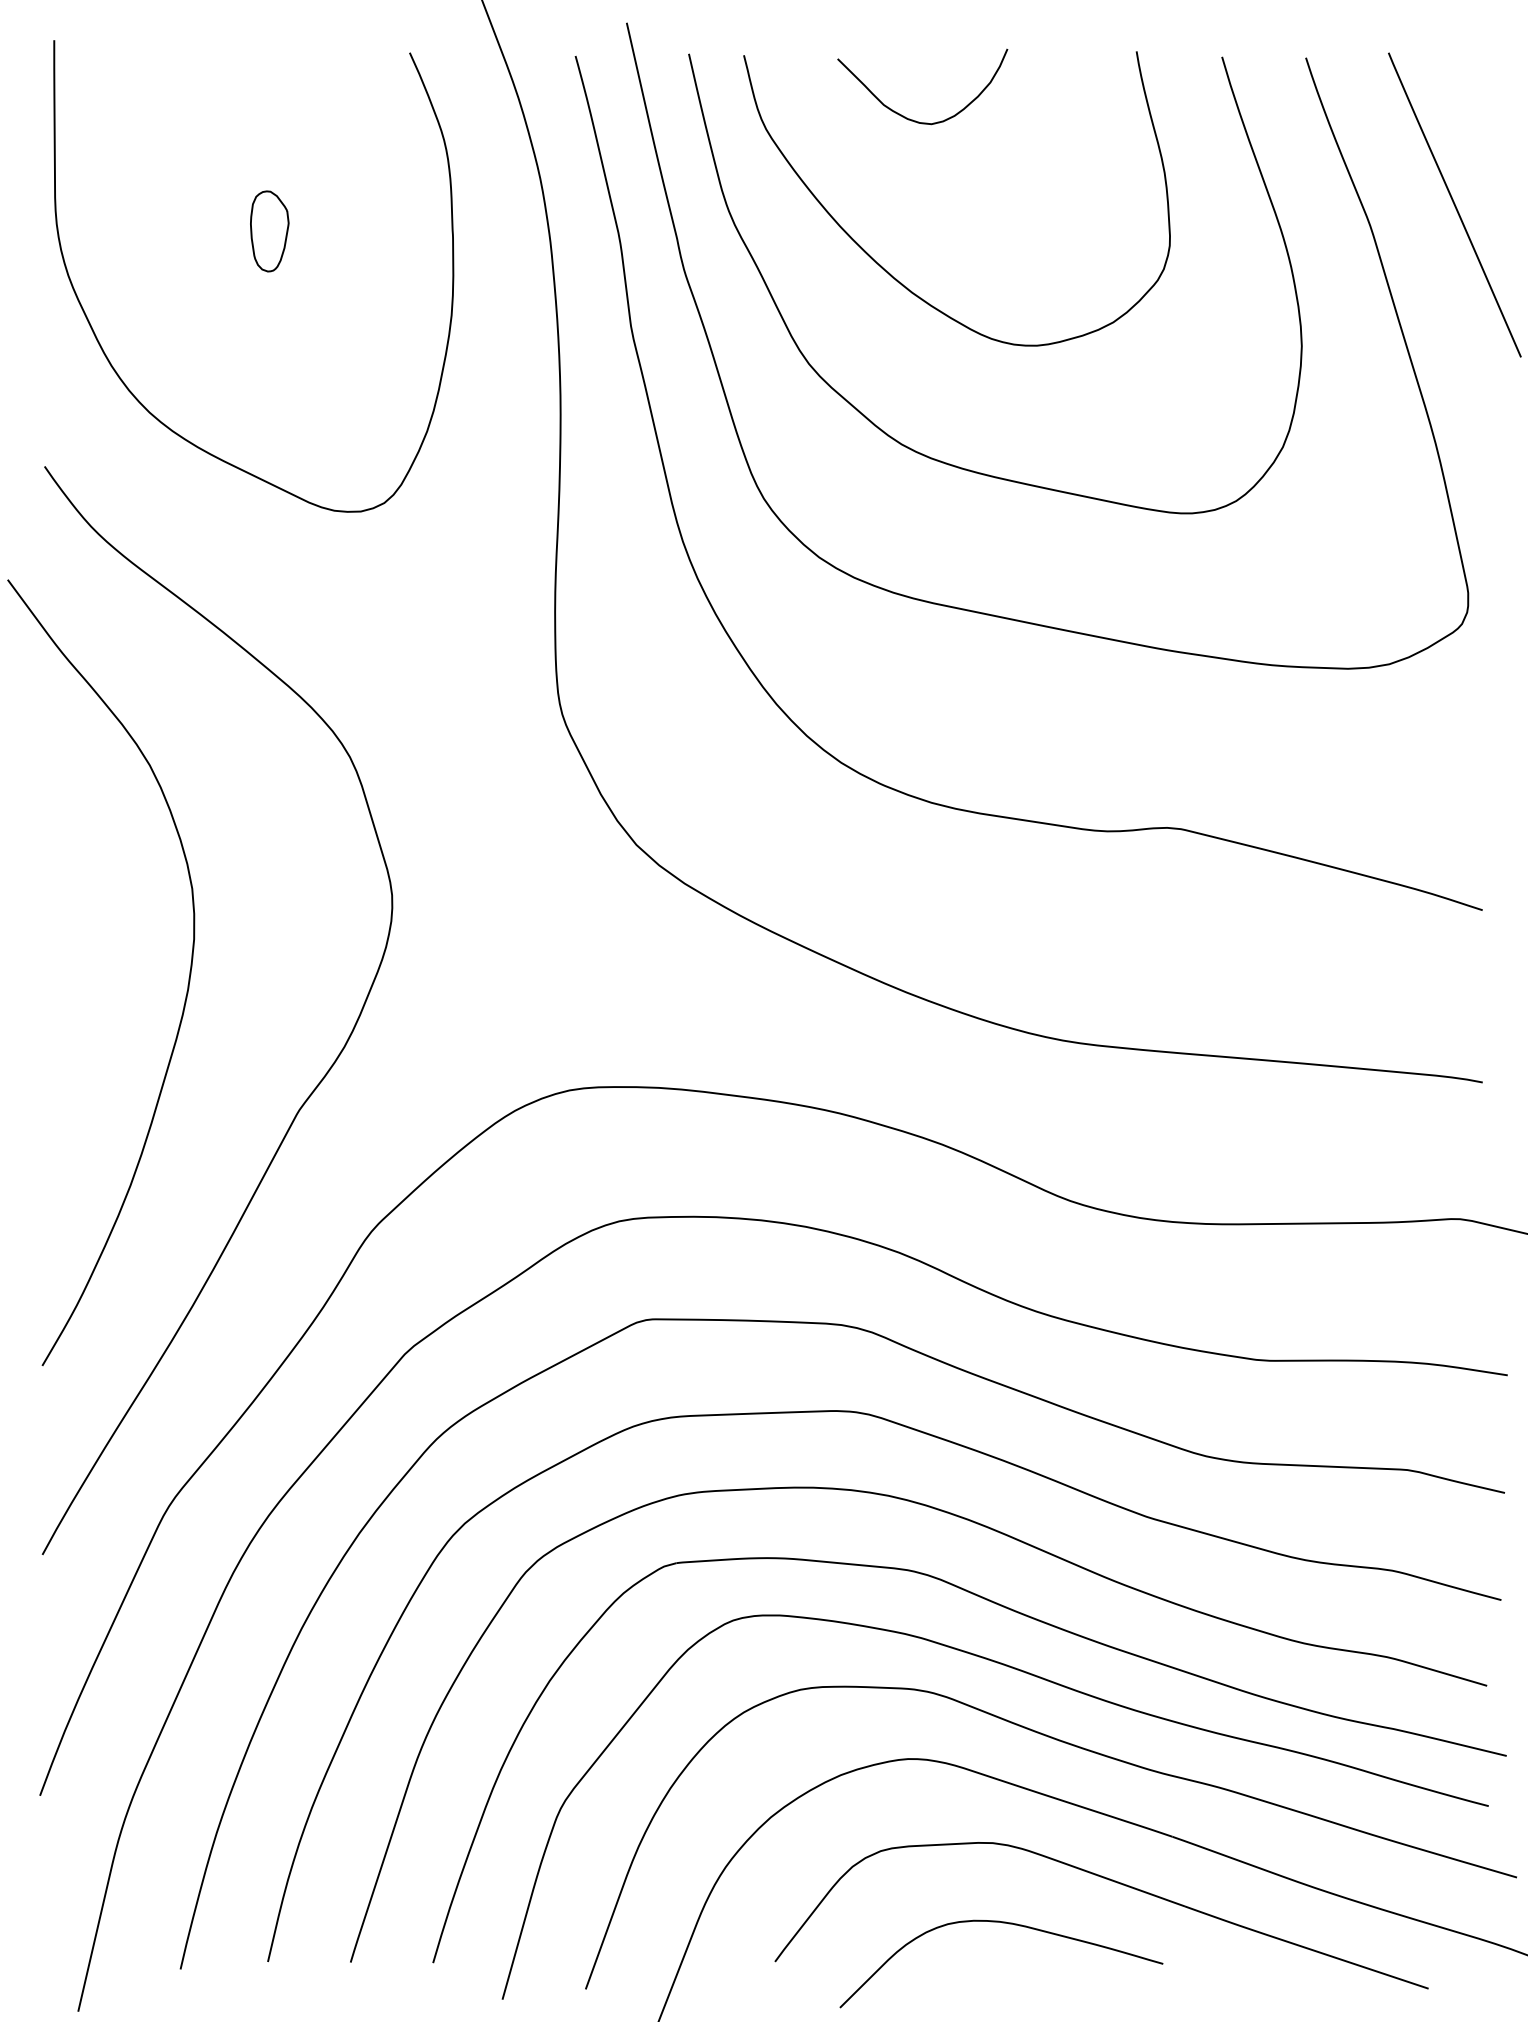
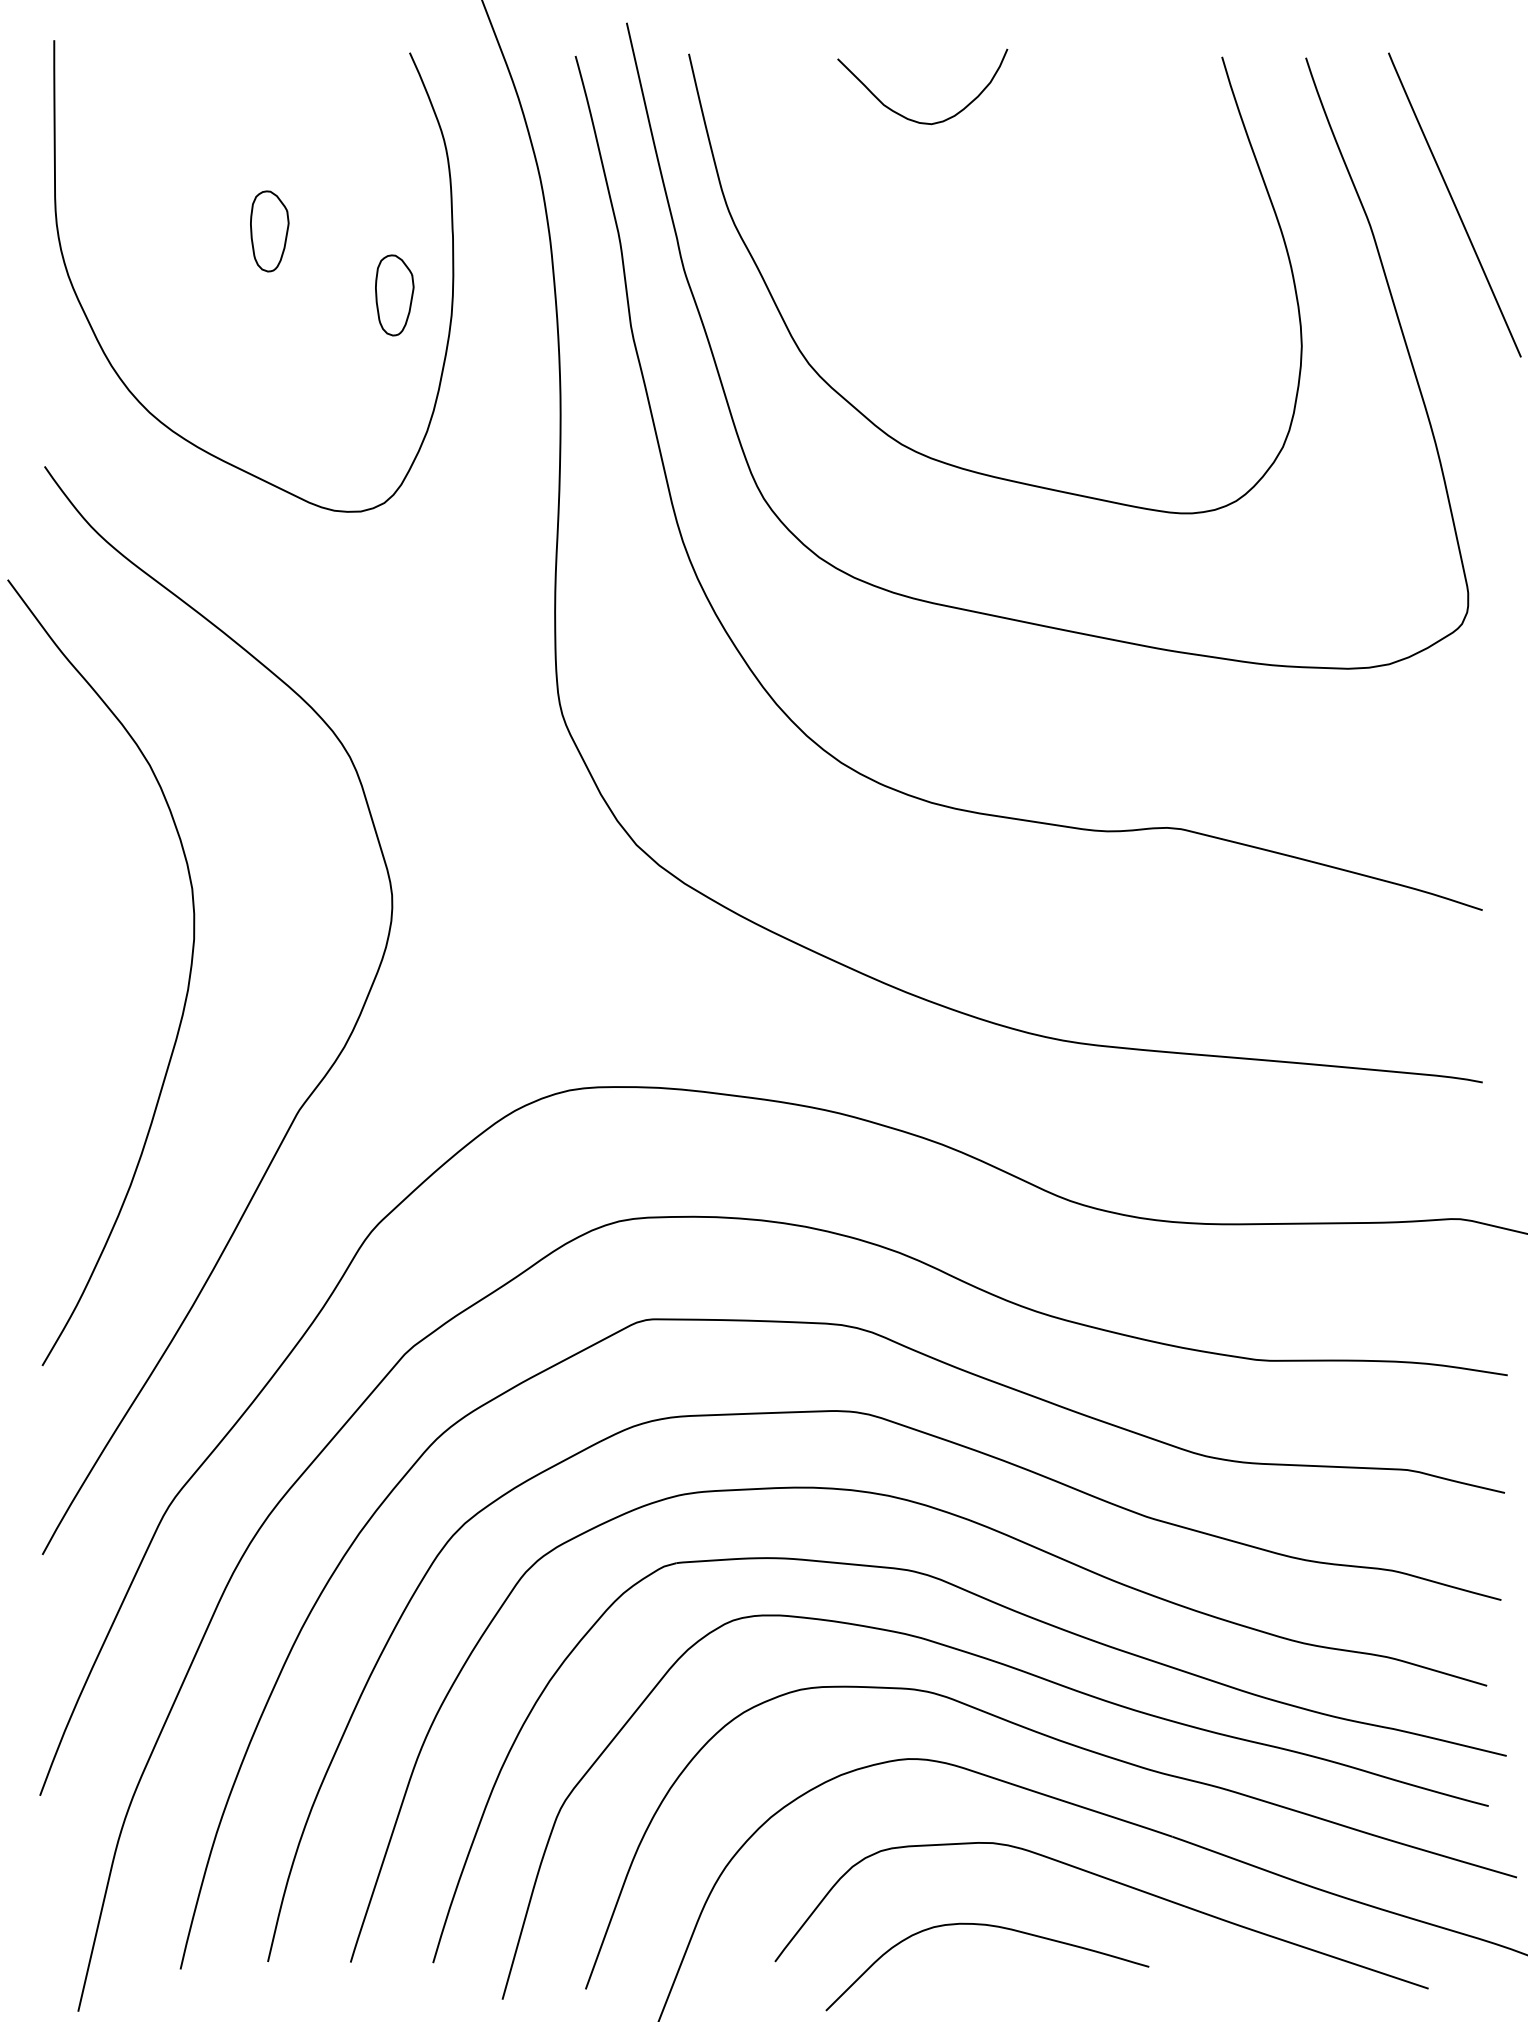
curve at (888, 271): present -> none
part at (394, 295): none -> present
curve at (1009, 1924) position: (1009, 1924) -> (995, 1927)
